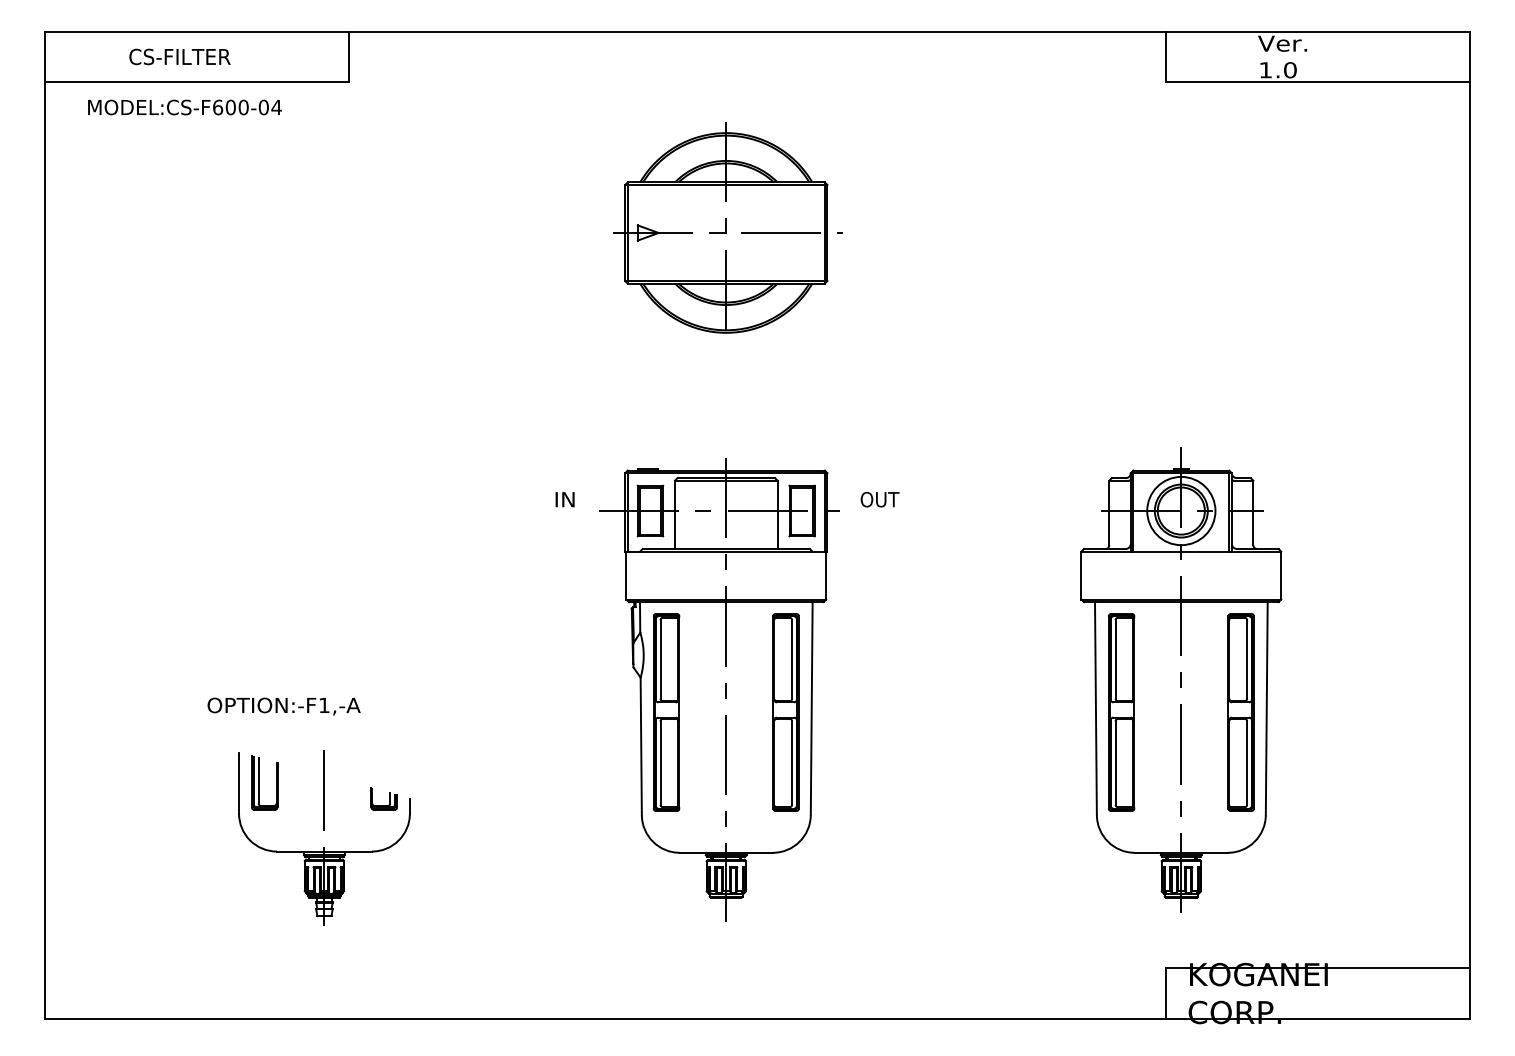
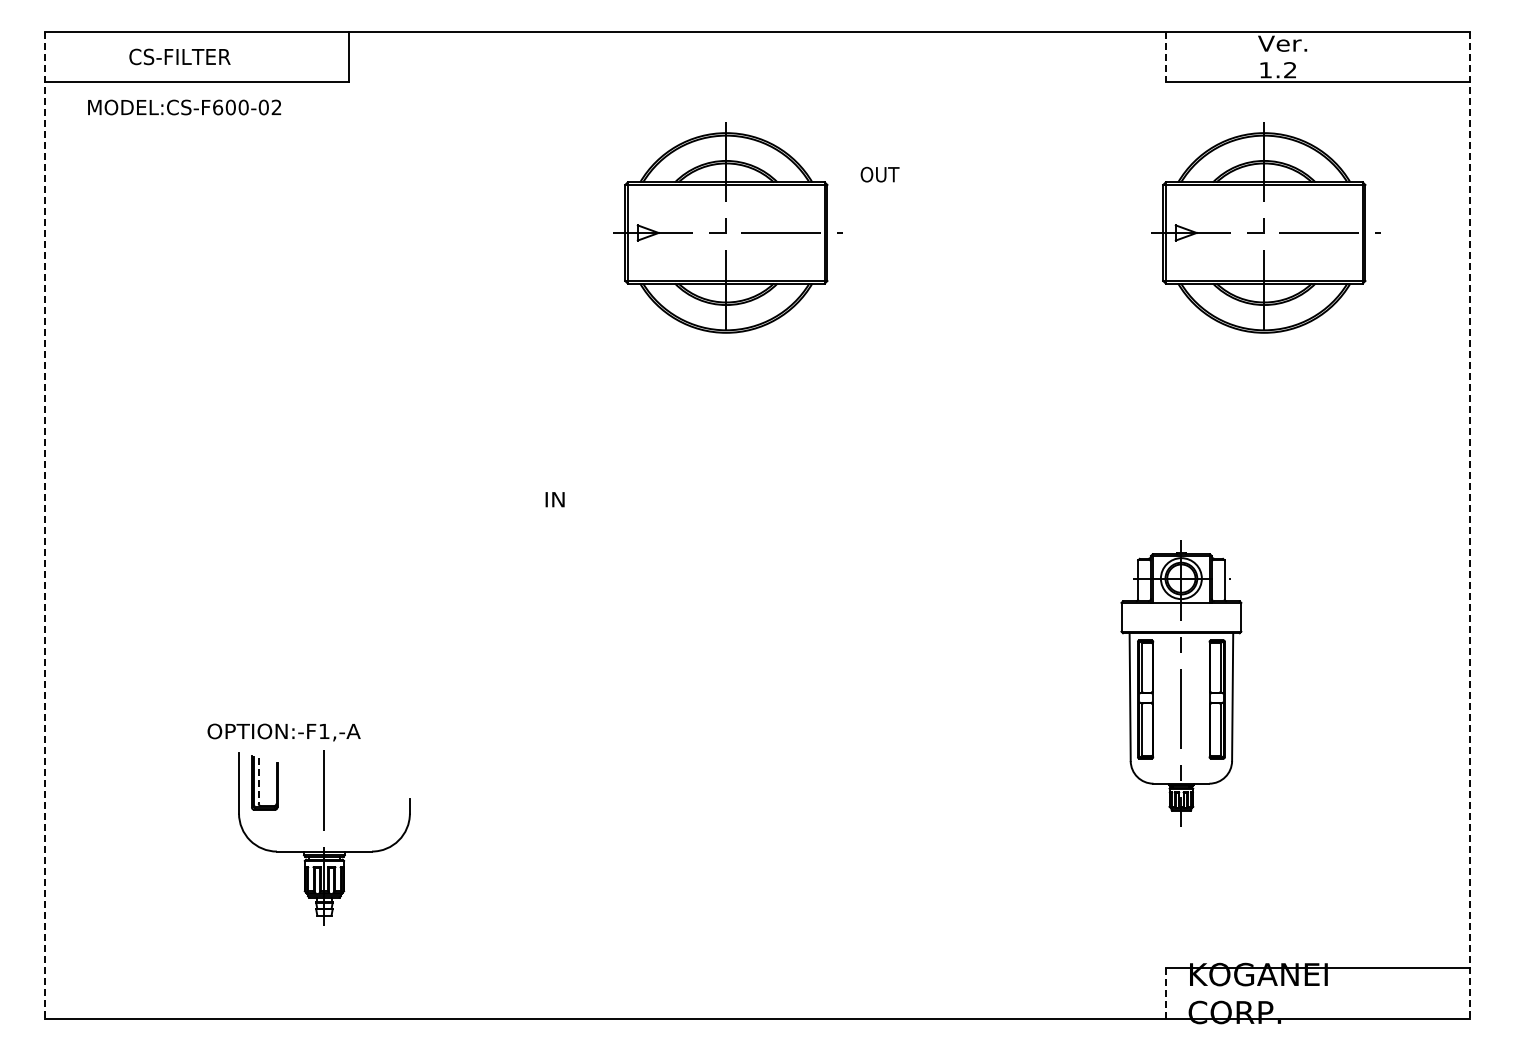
line at (1166, 57): solid -> dashed
text at (1290, 70): 1.0 -> 1.2
text at (276, 107): MODEL:CS-F600-04 -> MODEL:CS-F600-02
part at (1265, 227): none -> present
text at (564, 499) position: (564, 499) -> (554, 499)
text at (879, 499) position: (879, 499) -> (879, 174)
line at (45, 525): solid -> dashed
line at (1469, 525): solid -> dashed
part at (1181, 679) size: 203x466 px -> 123x286 px
part at (719, 689): present -> none
text at (283, 706) position: (283, 706) -> (283, 732)
line at (258, 780): solid -> dashed
part at (383, 798): present -> none
line at (1166, 994): solid -> dashed
